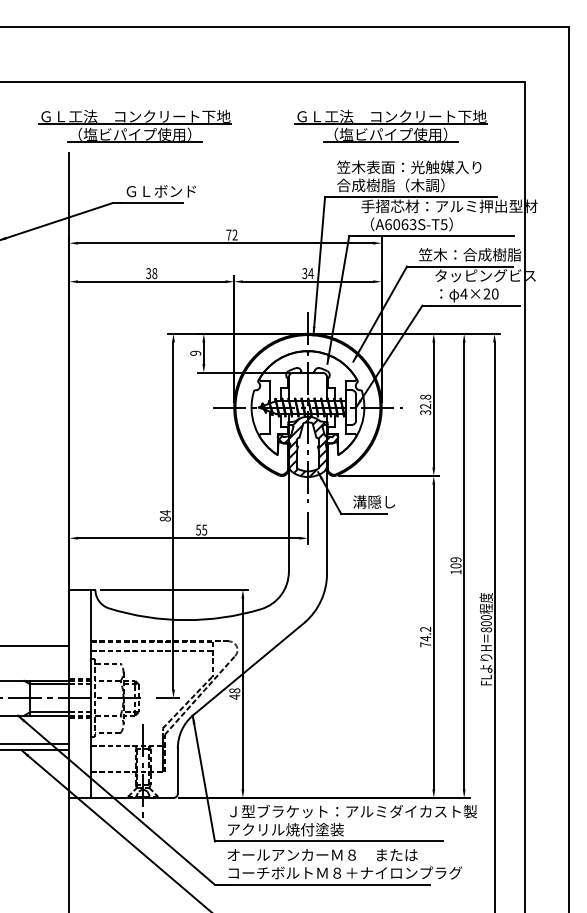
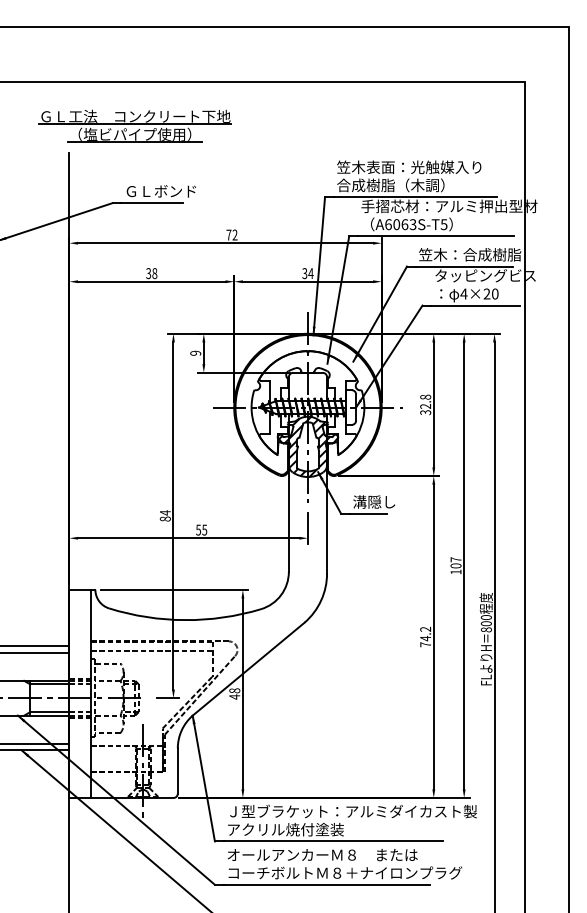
part at (390, 125): present -> none
text at (455, 559): 109 -> 107
line at (35, 652): none -> present
